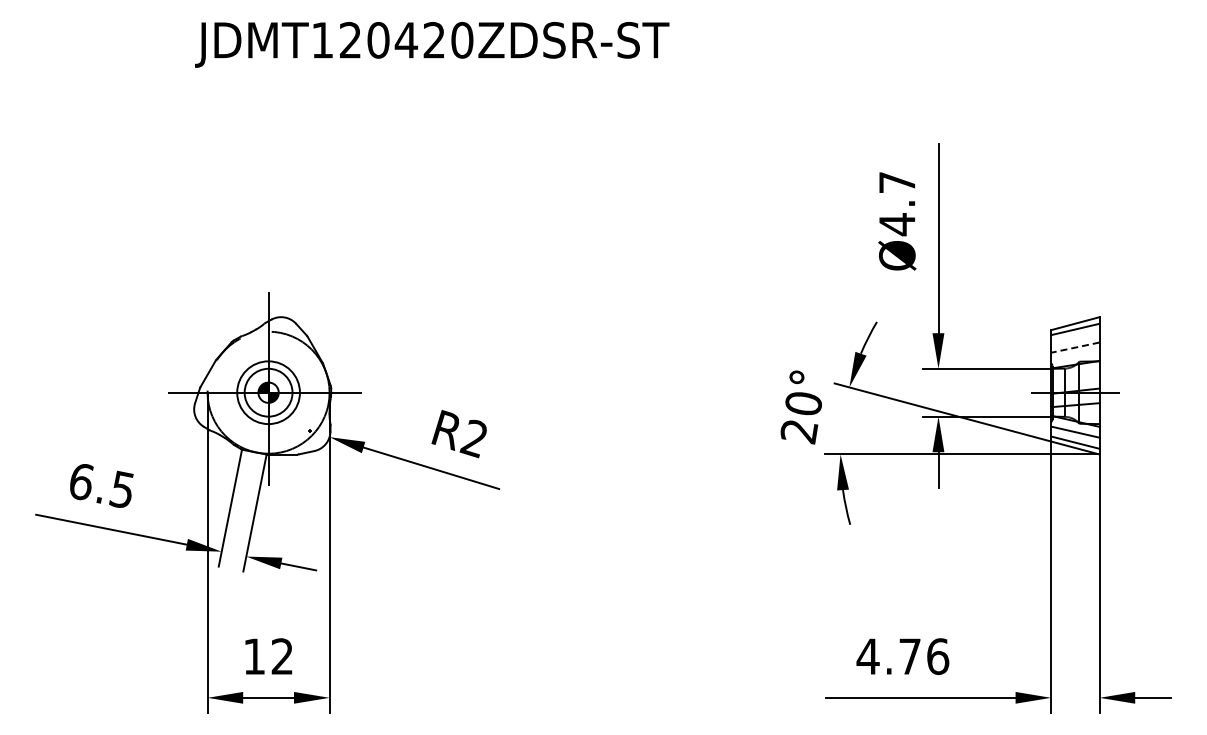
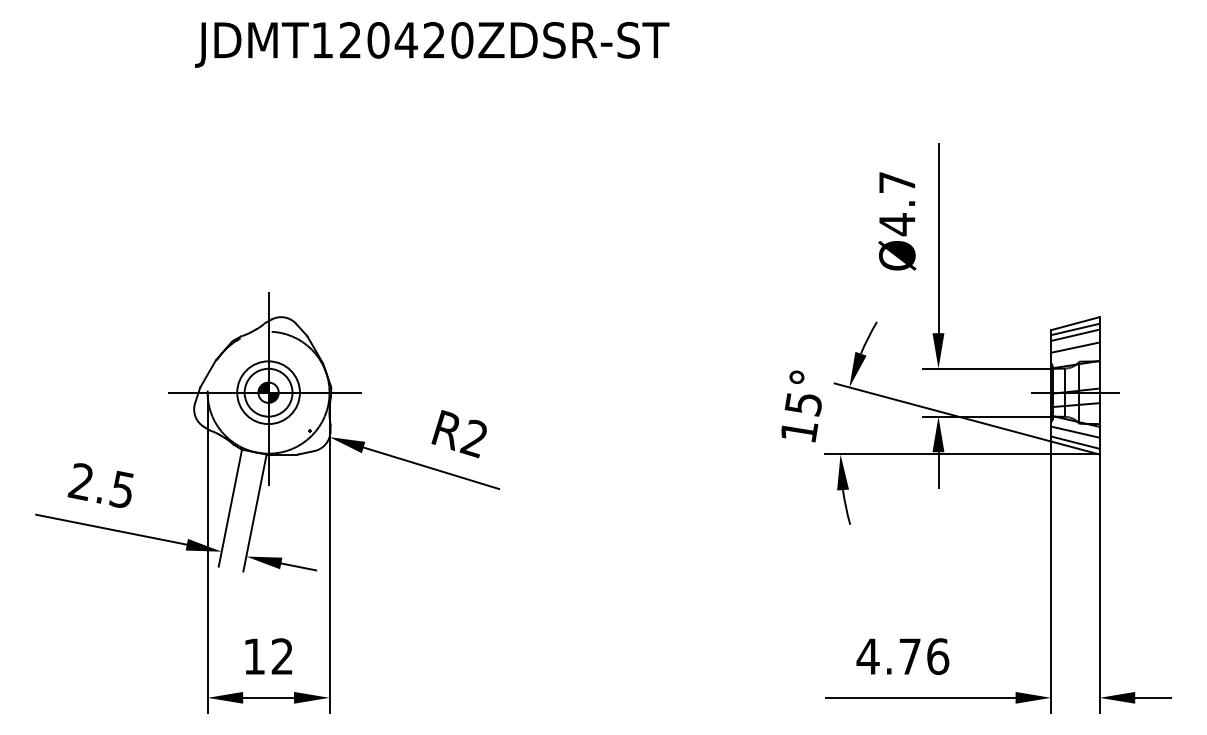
line at (1075, 334): none -> present
line at (1075, 347): dashed -> solid
text at (800, 418): 20° -> 15°
text at (80, 481): 6.5 -> 2.5
